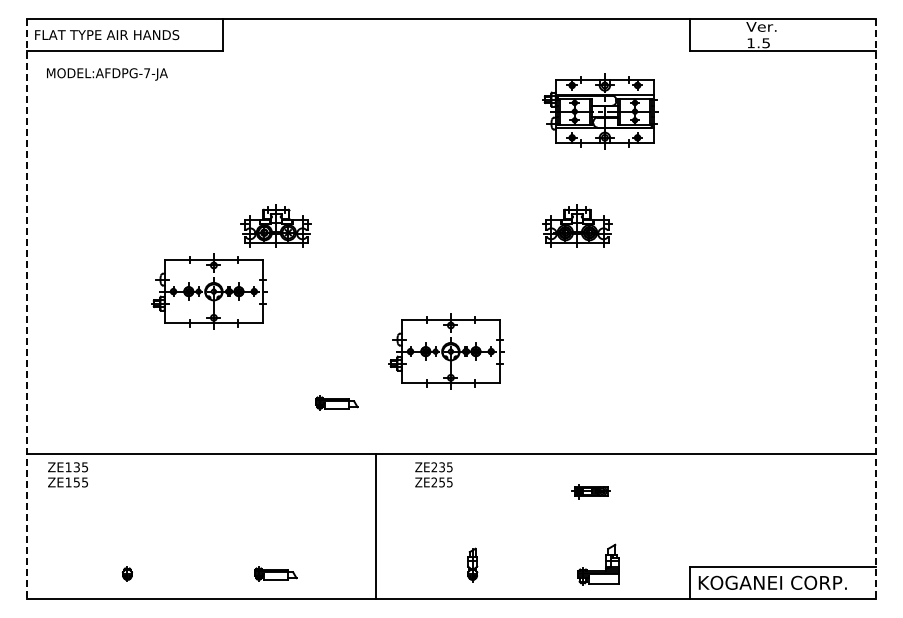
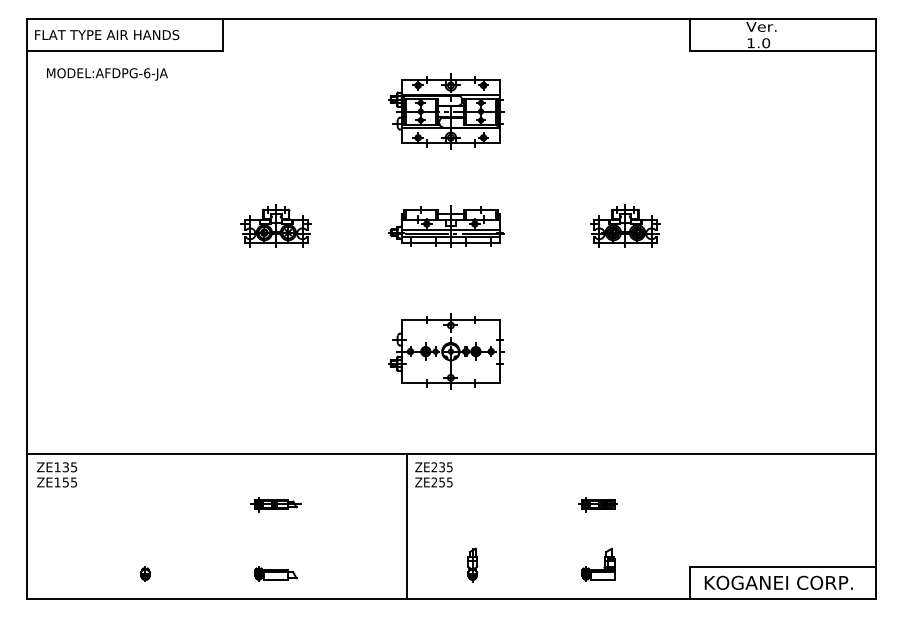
text at (766, 43): 1.5 -> 1.0
text at (147, 73): MODEL:AFDPG-7-JA -> MODEL:AFDPG-6-JA
part at (600, 111) position: (600, 111) -> (446, 111)
part at (577, 225) position: (577, 225) -> (625, 225)
part at (446, 226): none -> present
part at (209, 291): present -> none
line at (27, 309): dashed -> solid
line at (875, 309): dashed -> solid
part at (336, 402): present -> none
text at (67, 474) position: (67, 474) -> (56, 474)
part at (590, 491) position: (590, 491) -> (597, 504)
part at (275, 504): none -> present
line at (375, 526) position: (375, 526) -> (406, 526)
part at (598, 564) size: 43x43 px -> 35x35 px
part at (126, 573) position: (126, 573) -> (144, 573)
text at (772, 582) position: (772, 582) -> (778, 582)
